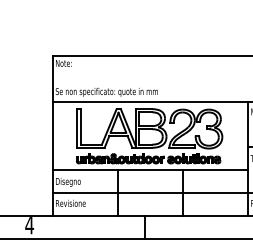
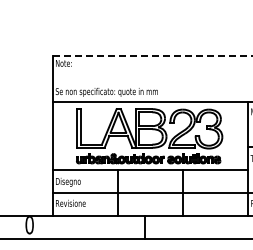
line at (152, 55): solid -> dashed
text at (29, 225): 4 -> 0
